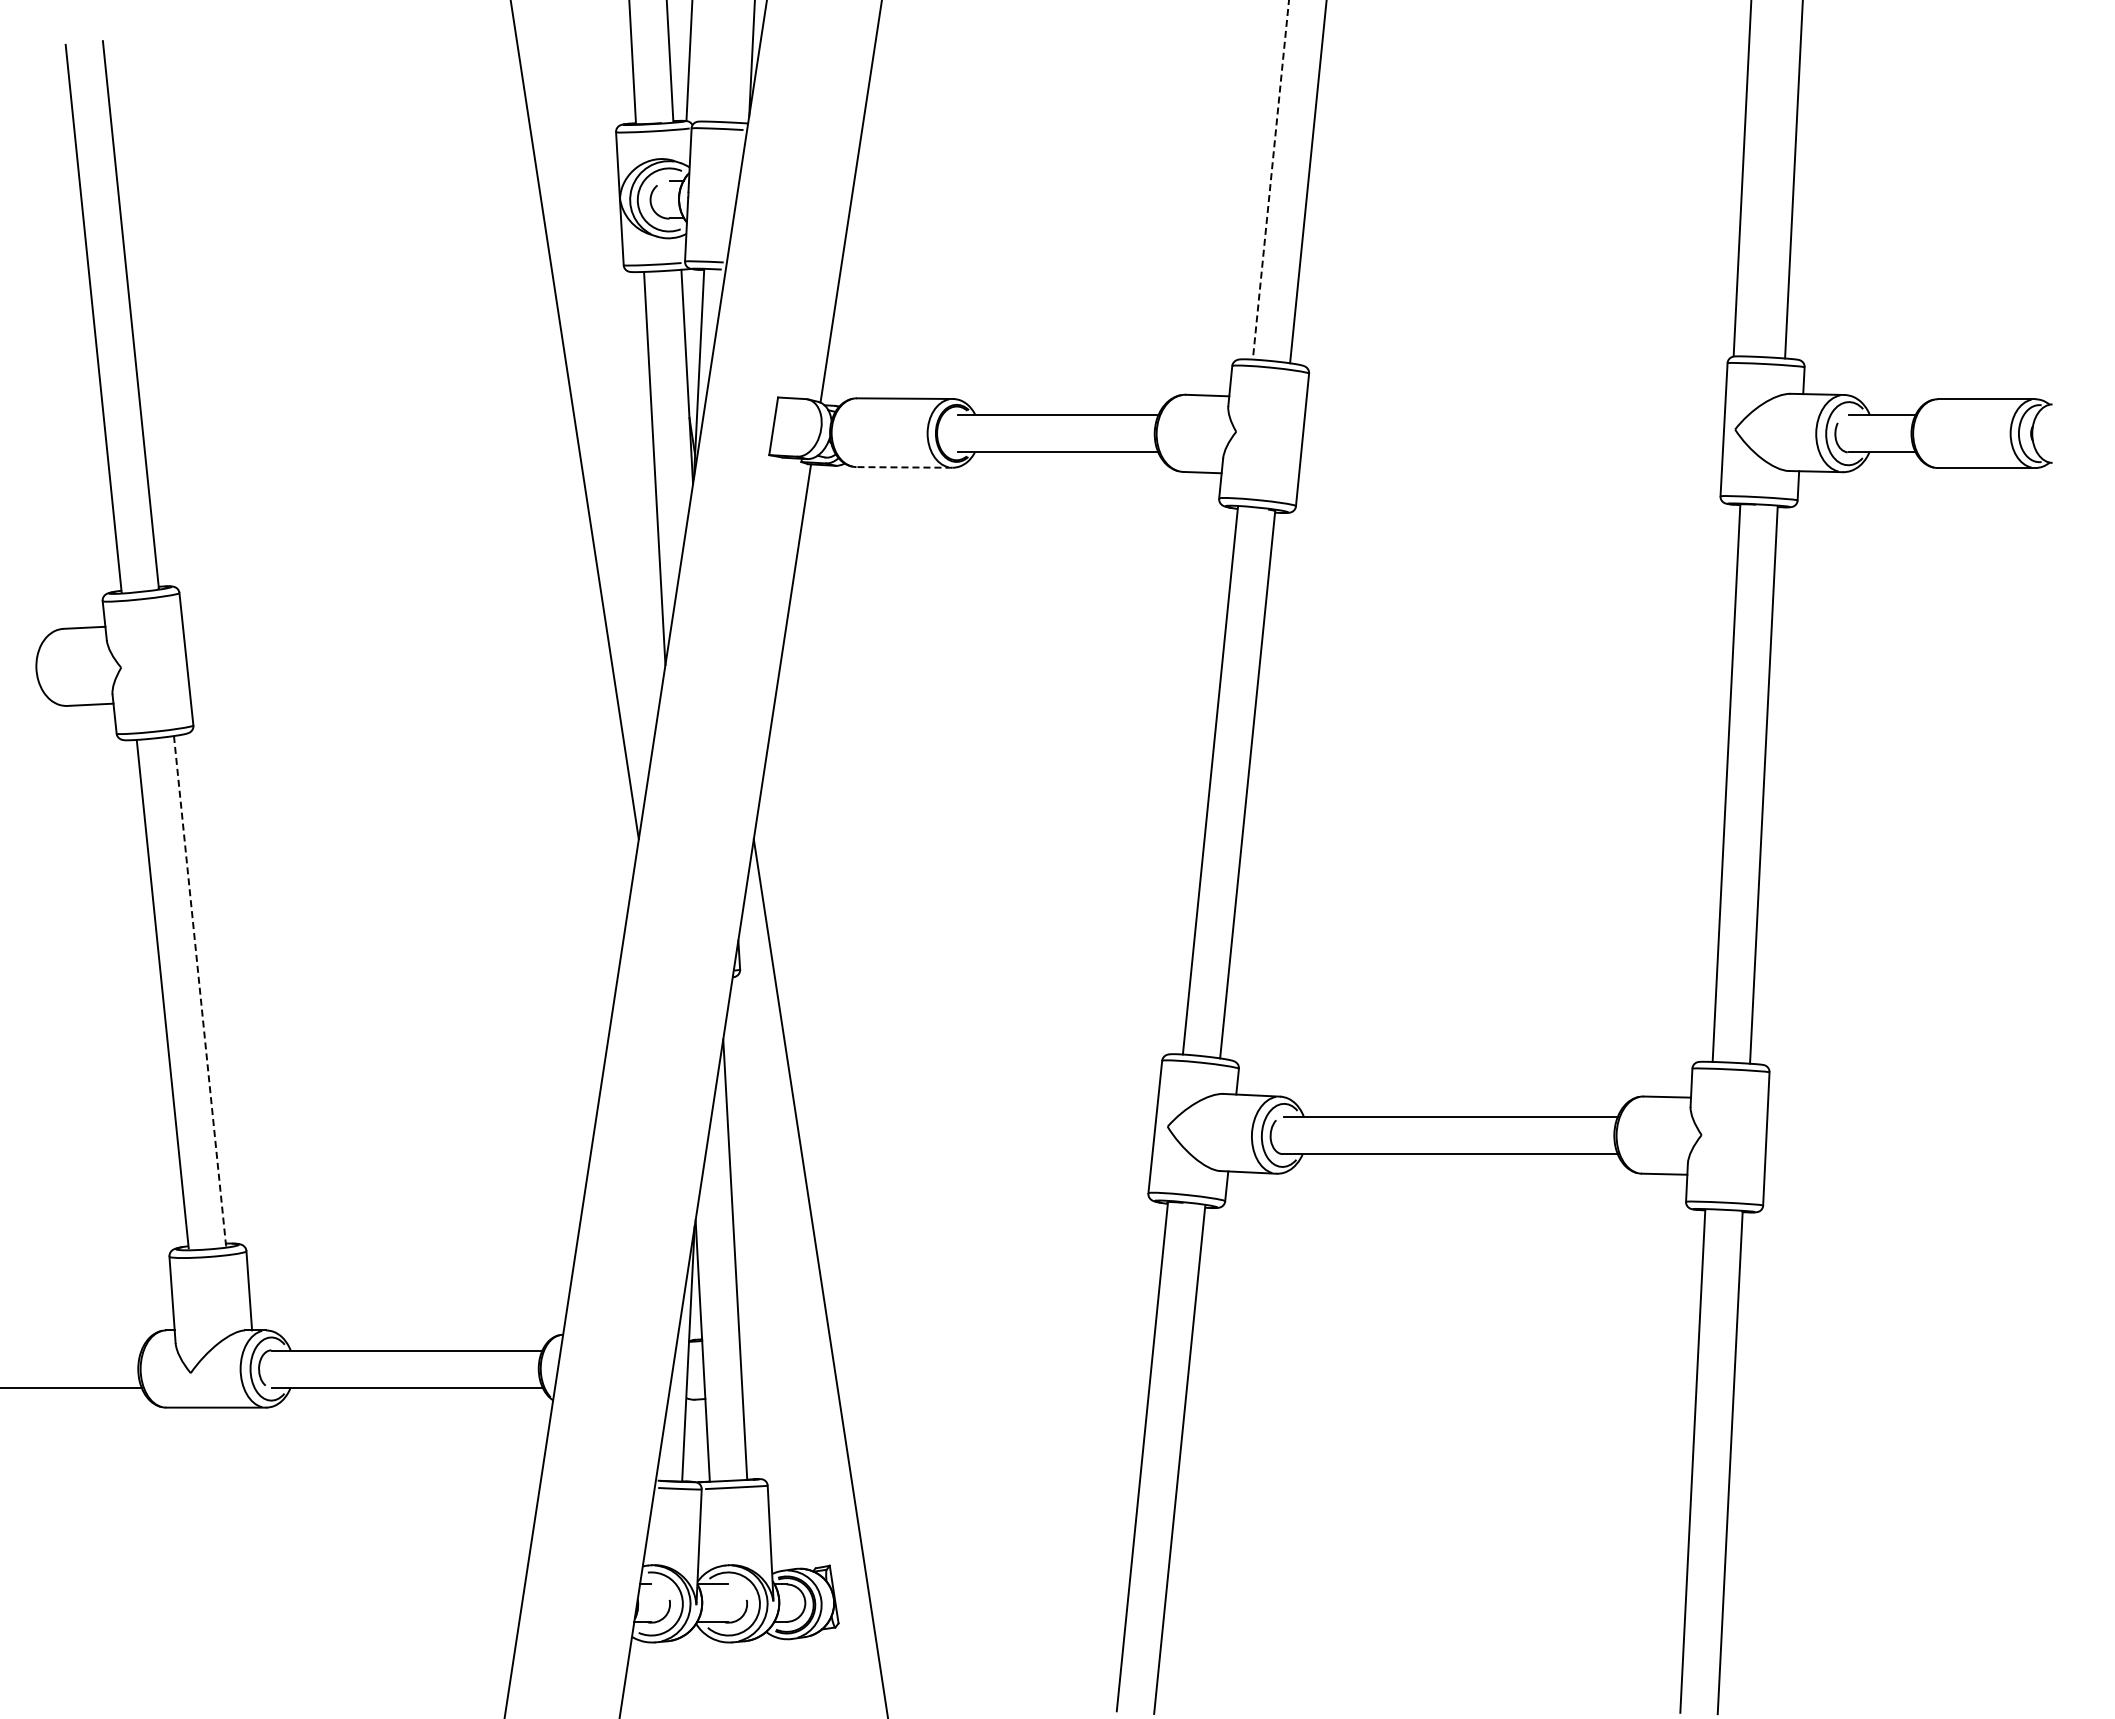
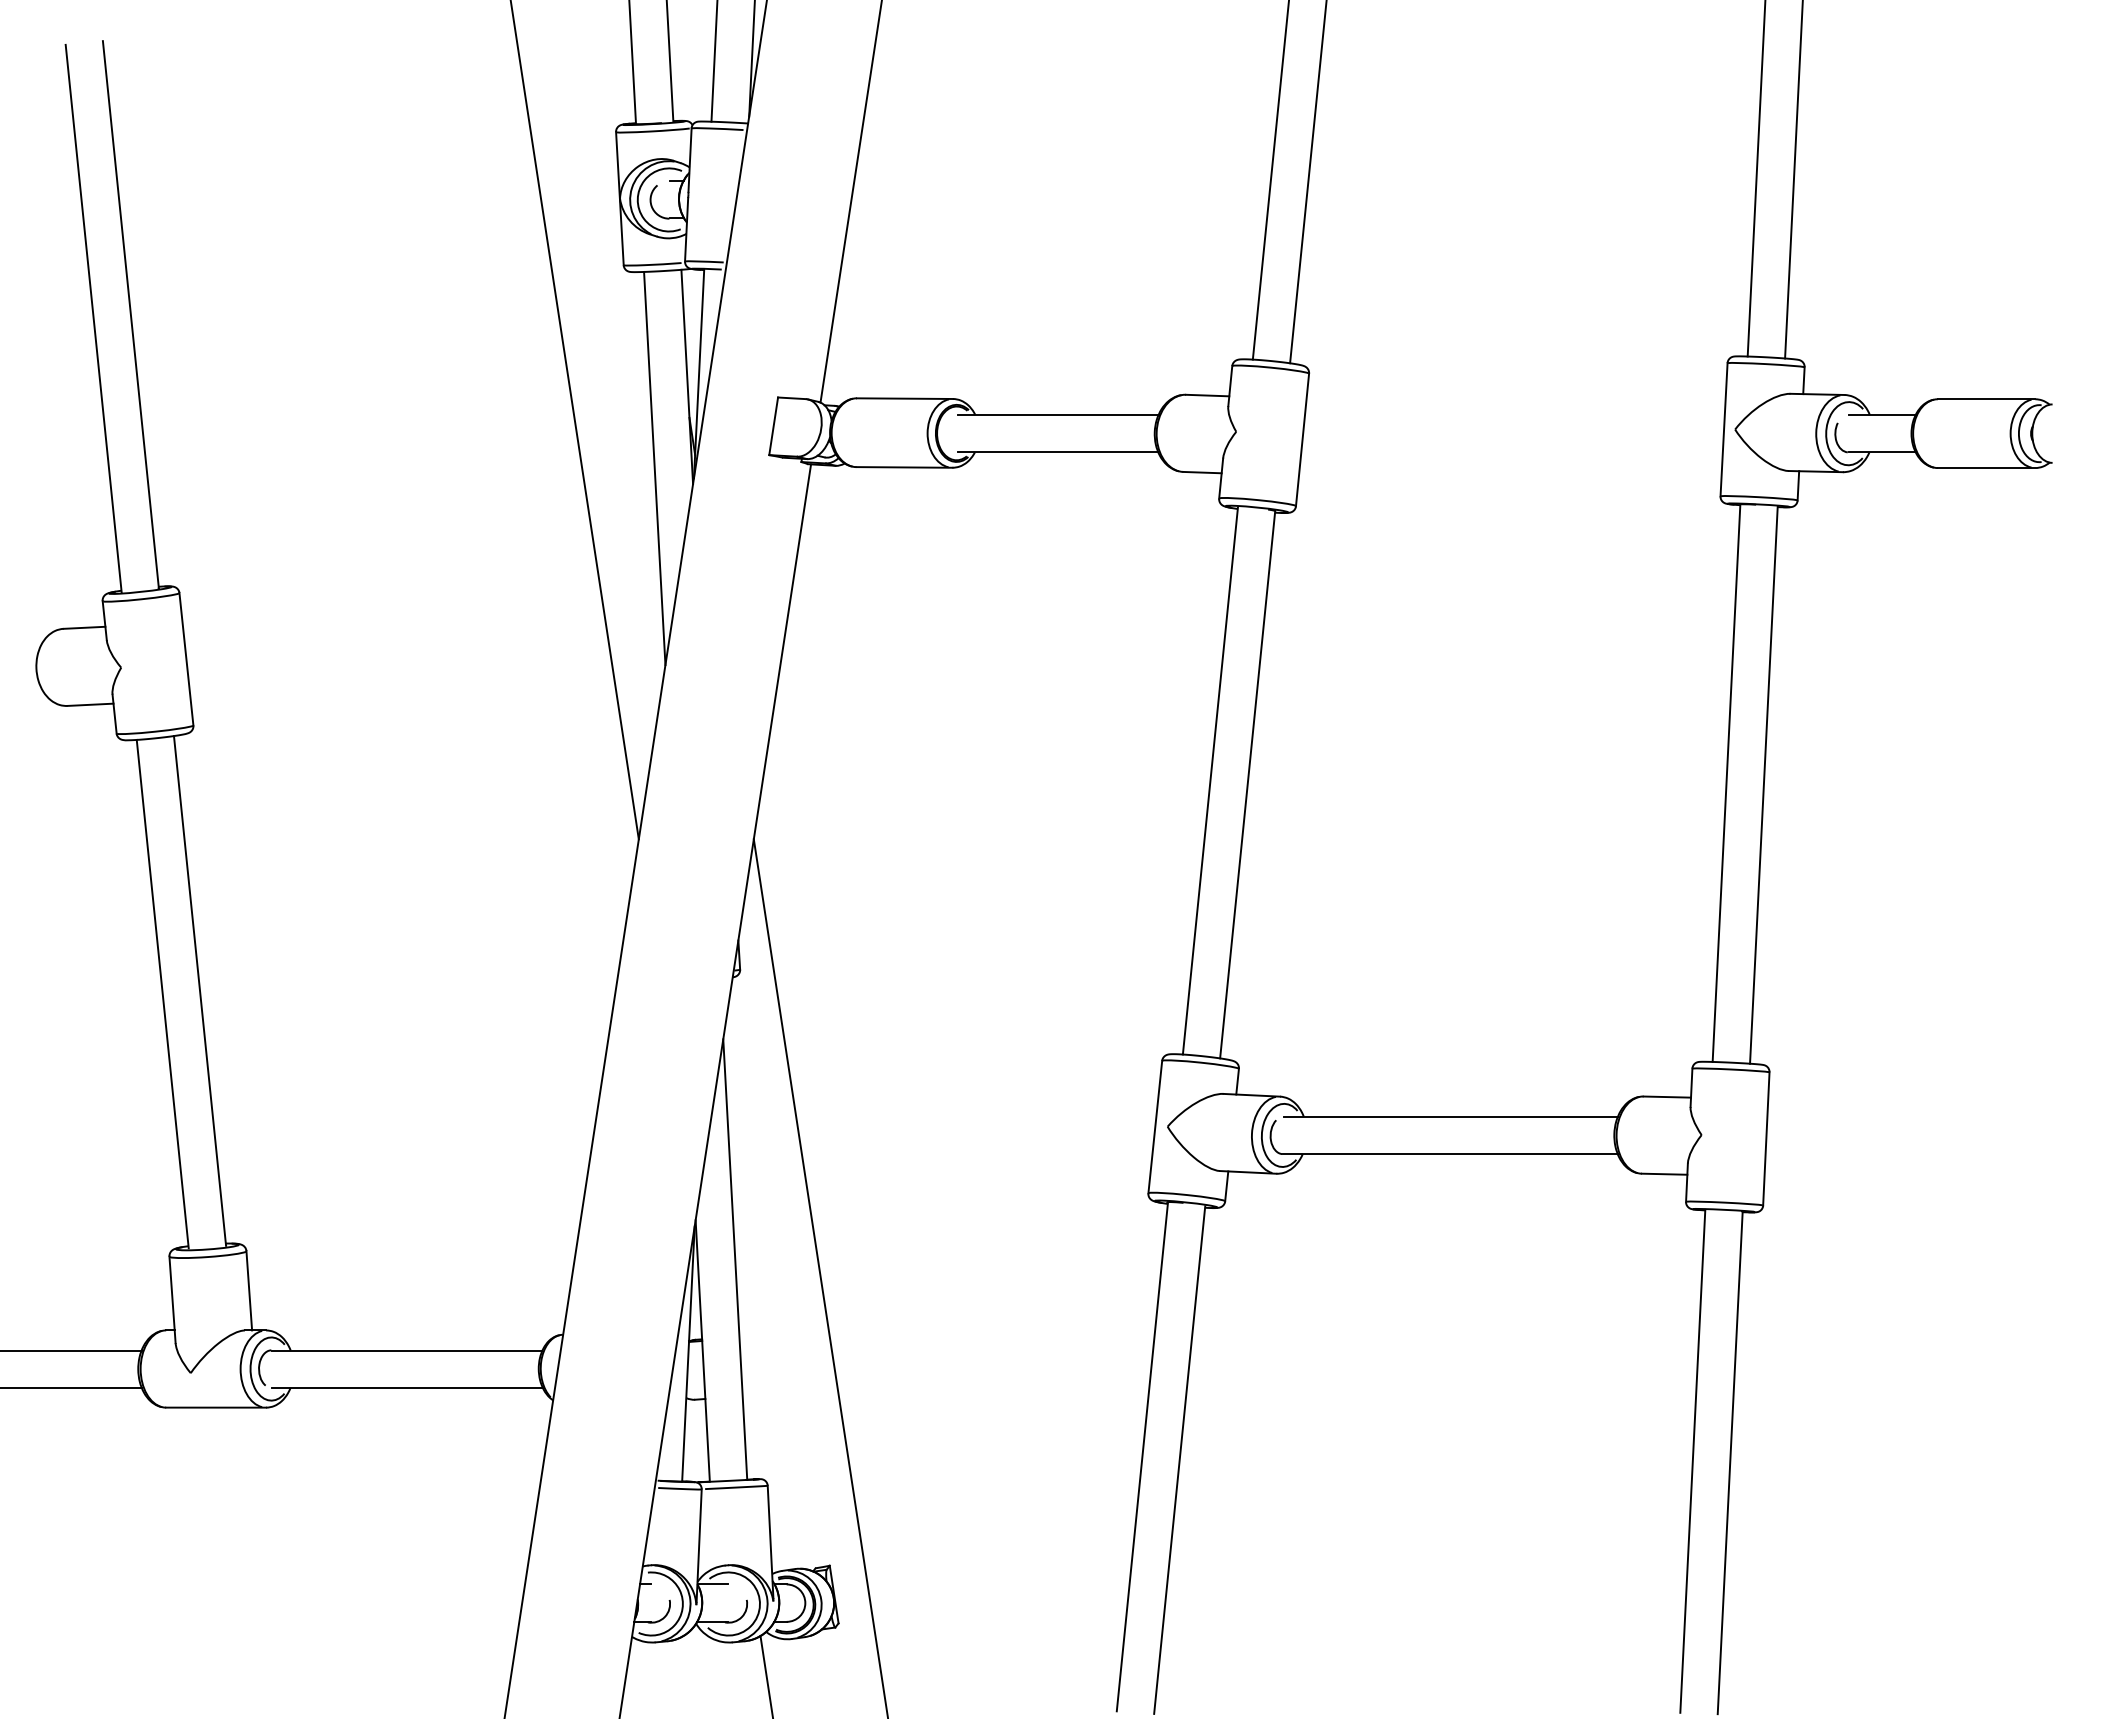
line at (689, 61) position: (689, 61) -> (714, 61)
line at (1742, 178) position: (1742, 178) -> (1756, 179)
line at (1270, 180): dashed -> solid
line at (904, 467): dashed -> solid
line at (200, 991): dashed -> solid
line at (71, 1350): none -> present
line at (766, 1675): none -> present
